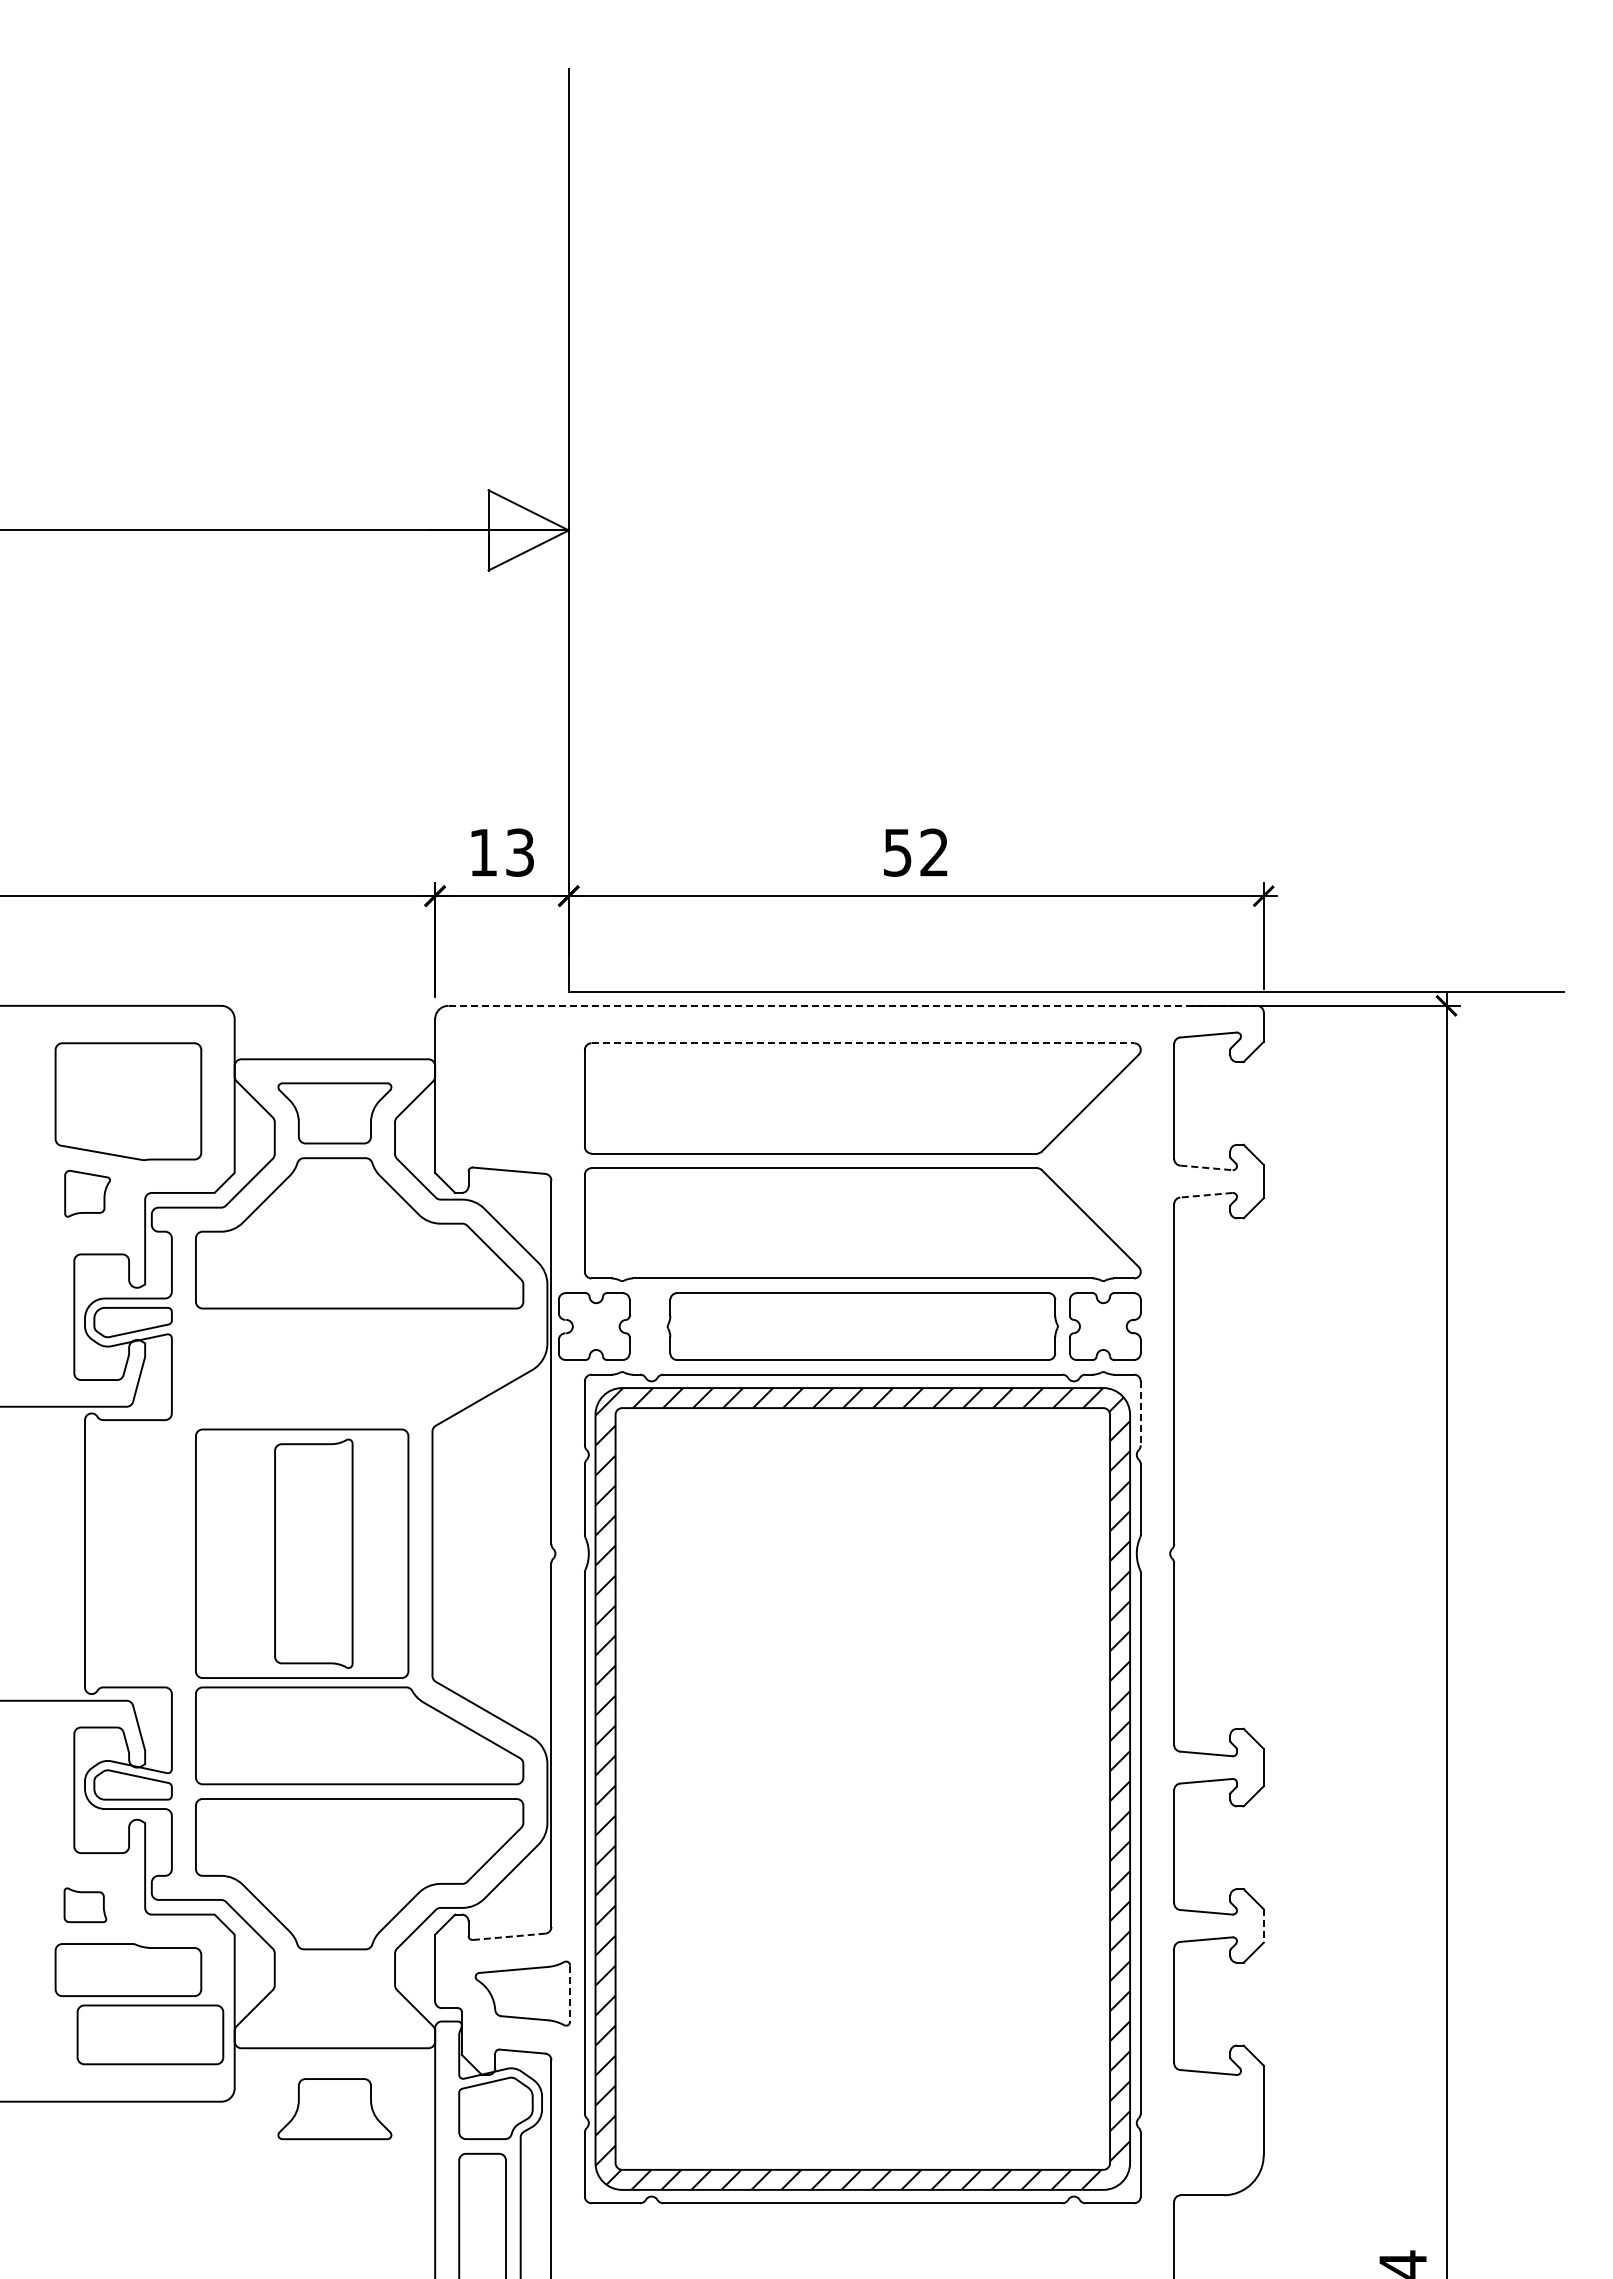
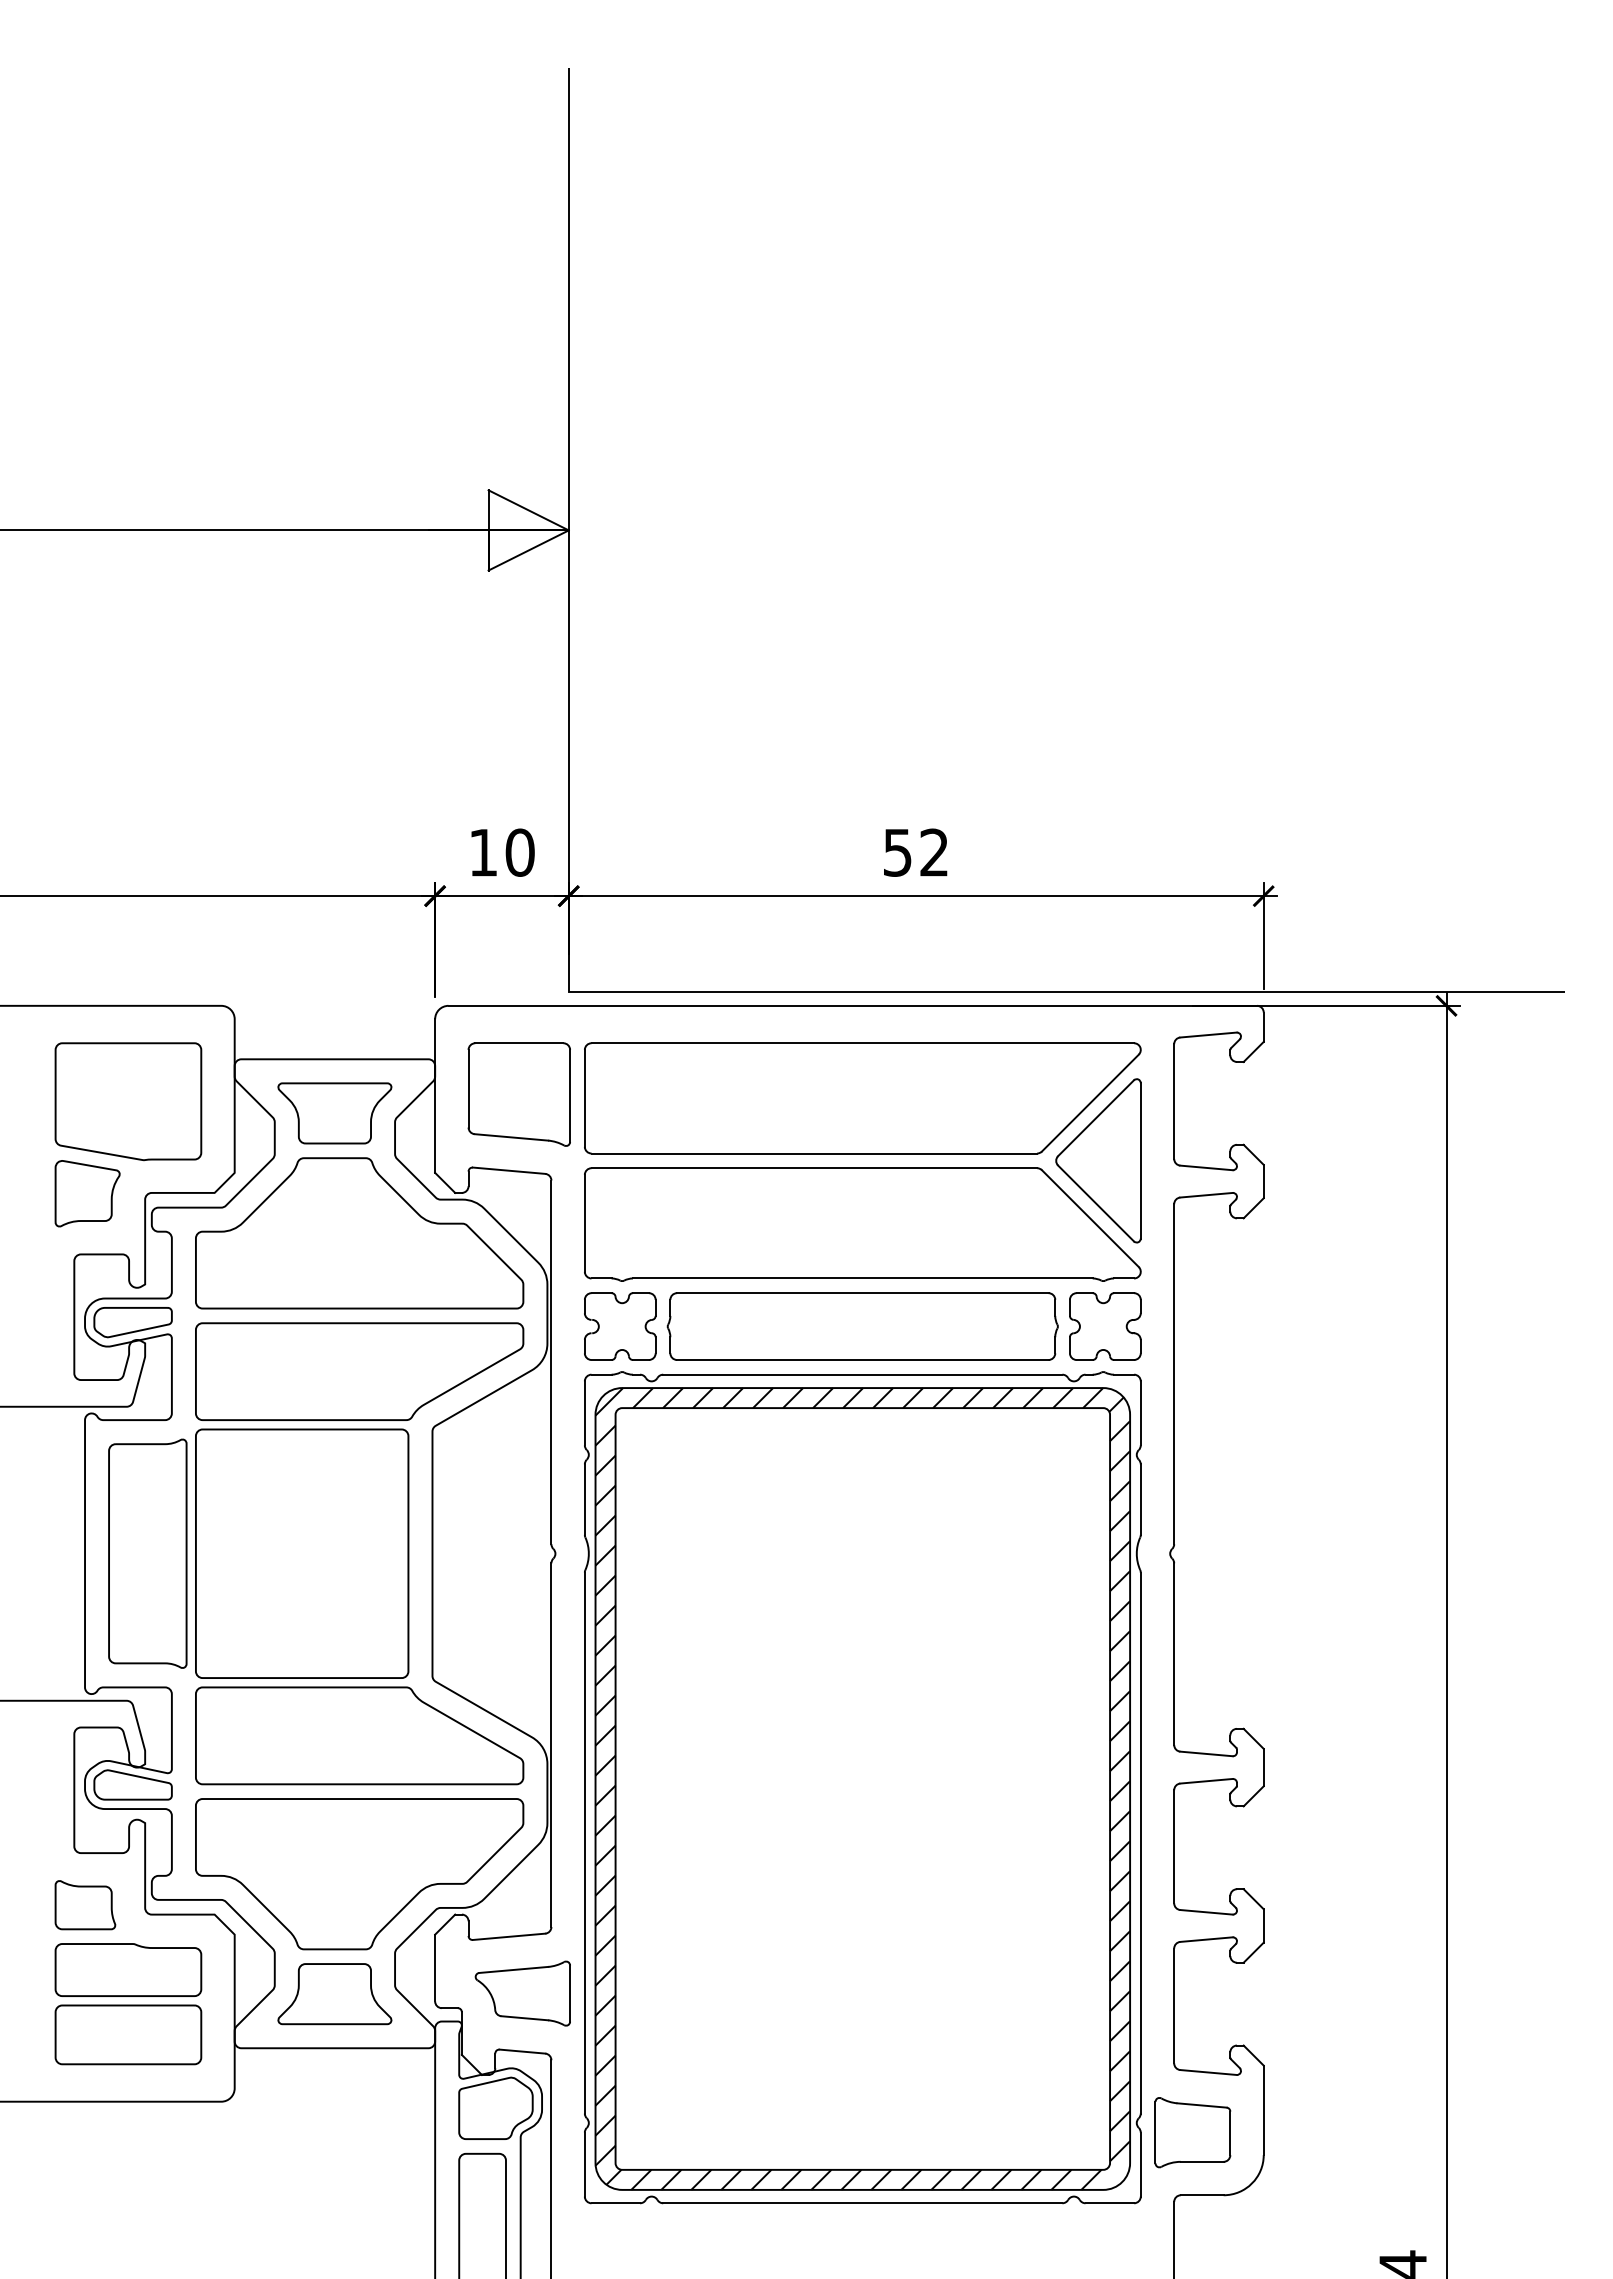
text at (519, 852): 13 -> 10
line at (853, 1005): dashed -> solid
line at (863, 1043): dashed -> solid
part at (518, 1094): none -> present
part at (1098, 1160): none -> present
line at (1206, 1167): dashed -> solid
part at (87, 1193) size: 47x48 px -> 67x68 px
line at (1205, 1195): dashed -> solid
part at (594, 1326) position: (594, 1326) -> (620, 1326)
part at (359, 1371): none -> present
line at (1140, 1413): dashed -> solid
part at (313, 1553) position: (313, 1553) -> (147, 1553)
part at (85, 1905) size: 45x37 px -> 63x51 px
line at (1263, 1925): dashed -> solid
line at (509, 1936): dashed -> solid
line at (570, 1994): dashed -> solid
part at (150, 2034) position: (150, 2034) -> (128, 2034)
part at (334, 2109) position: (334, 2109) -> (334, 1994)
part at (1192, 2132): none -> present
